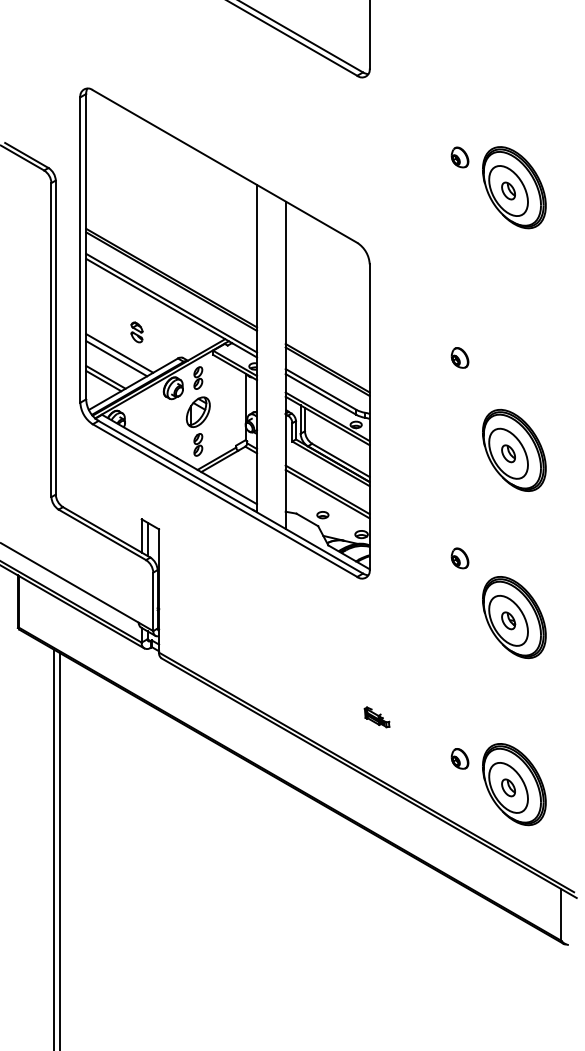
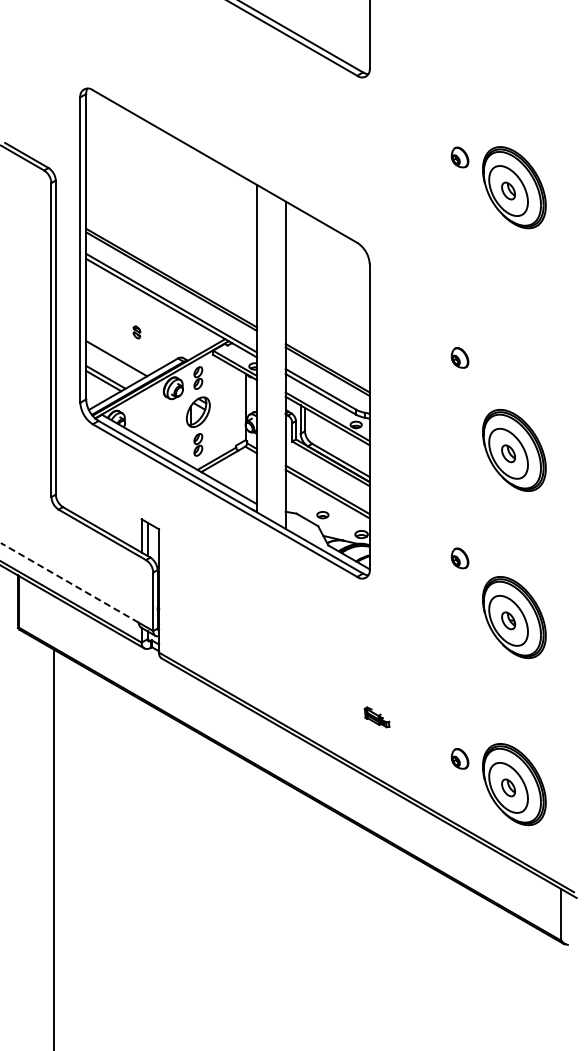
part at (136, 332) size: 14x23 px -> 10x15 px
line at (119, 353): present -> none
line at (69, 582): solid -> dashed
line at (60, 850): present -> none
